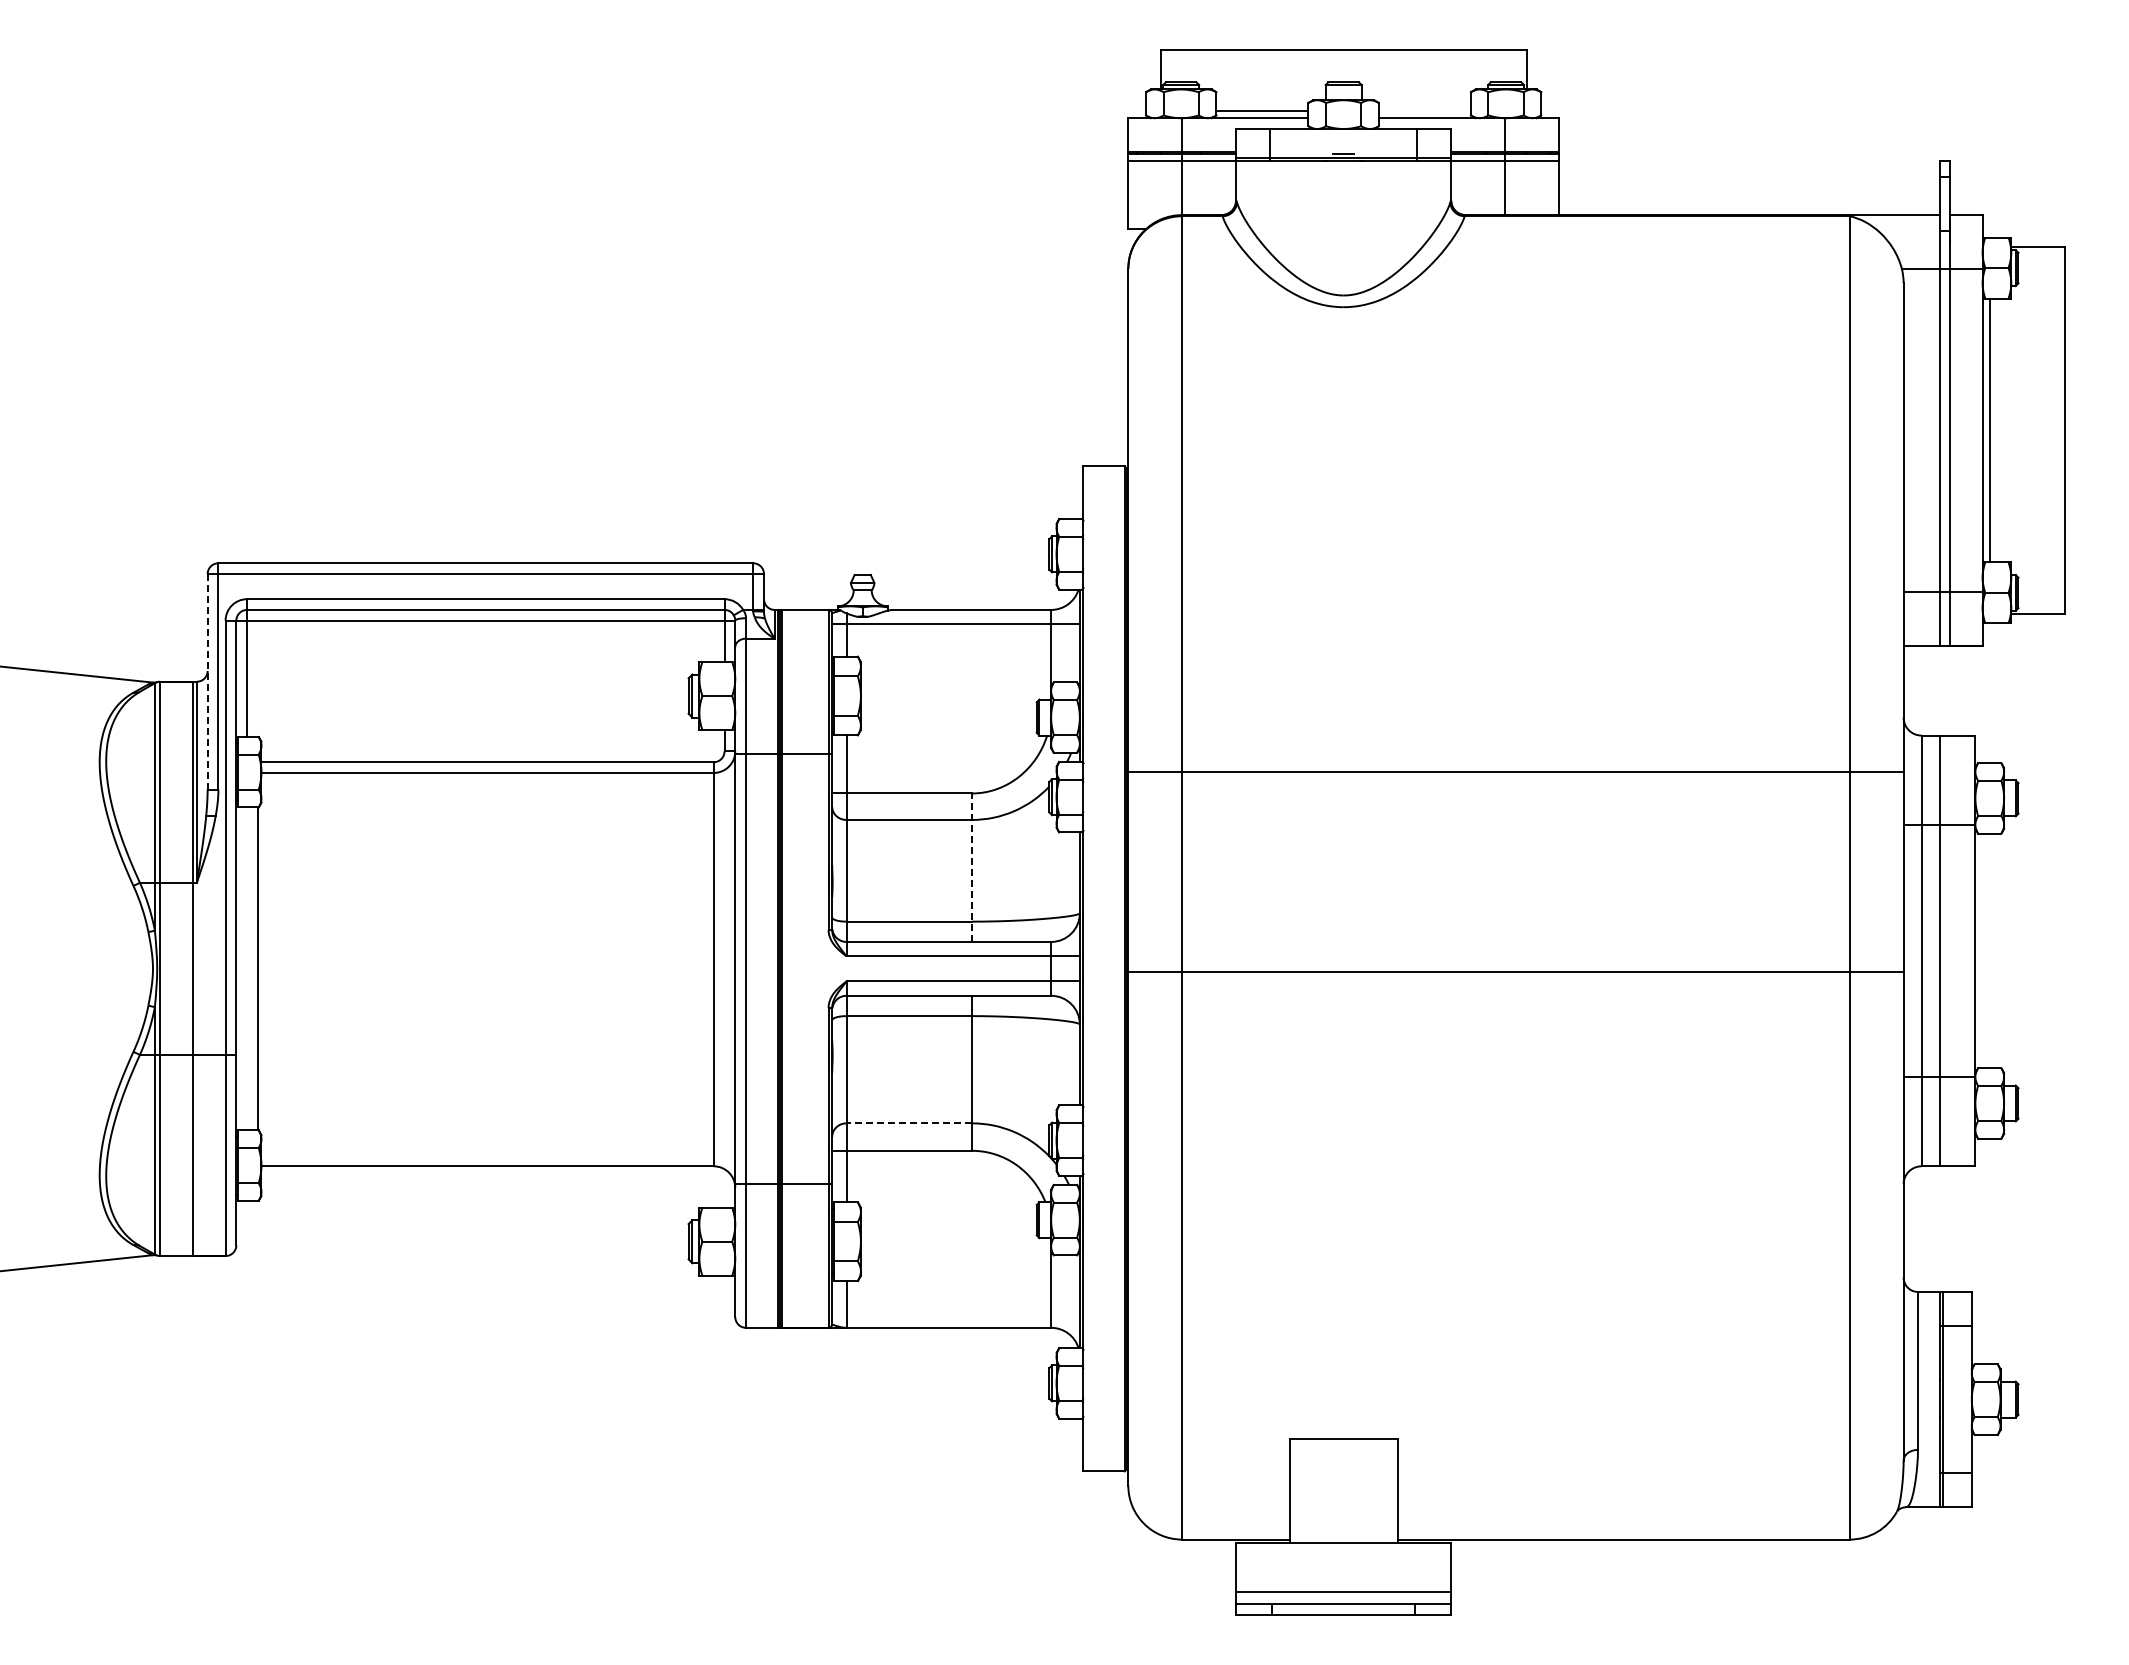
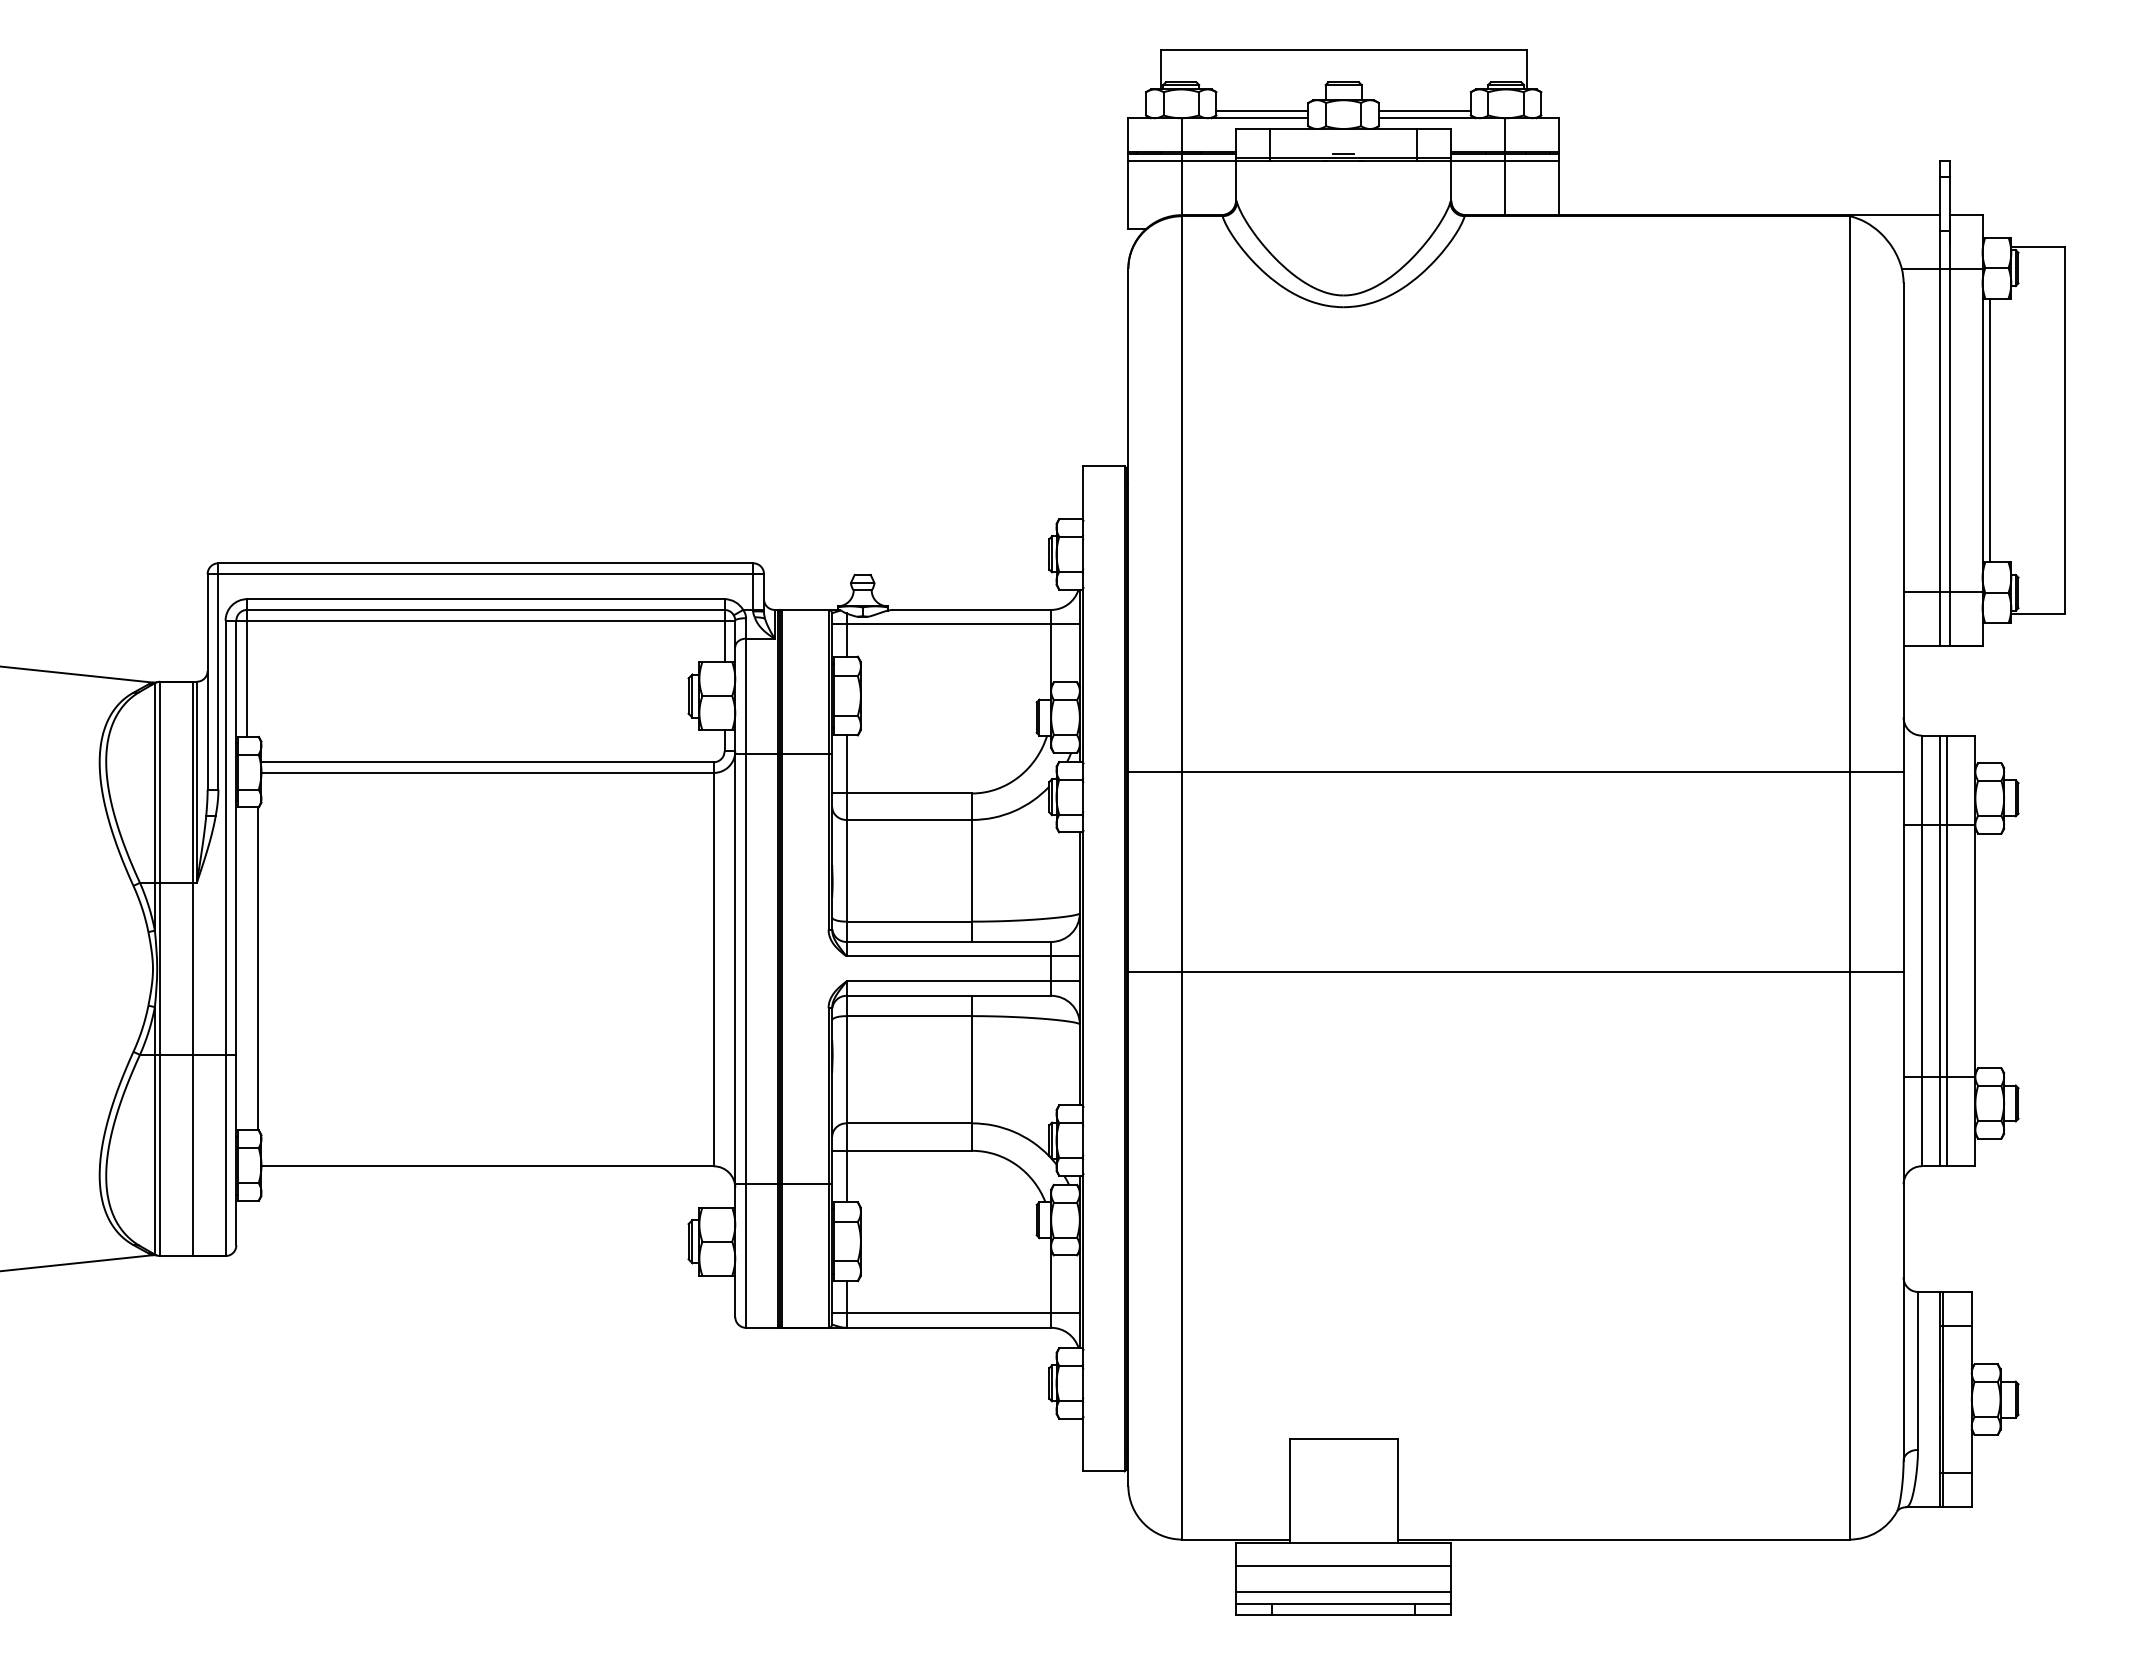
line at (1424, 111): none -> present
line at (207, 681): dashed -> solid
line at (972, 867): dashed -> solid
line at (1946, 950): none -> present
line at (909, 1123): dashed -> solid
line at (955, 1313): none -> present
line at (1343, 1565): none -> present
